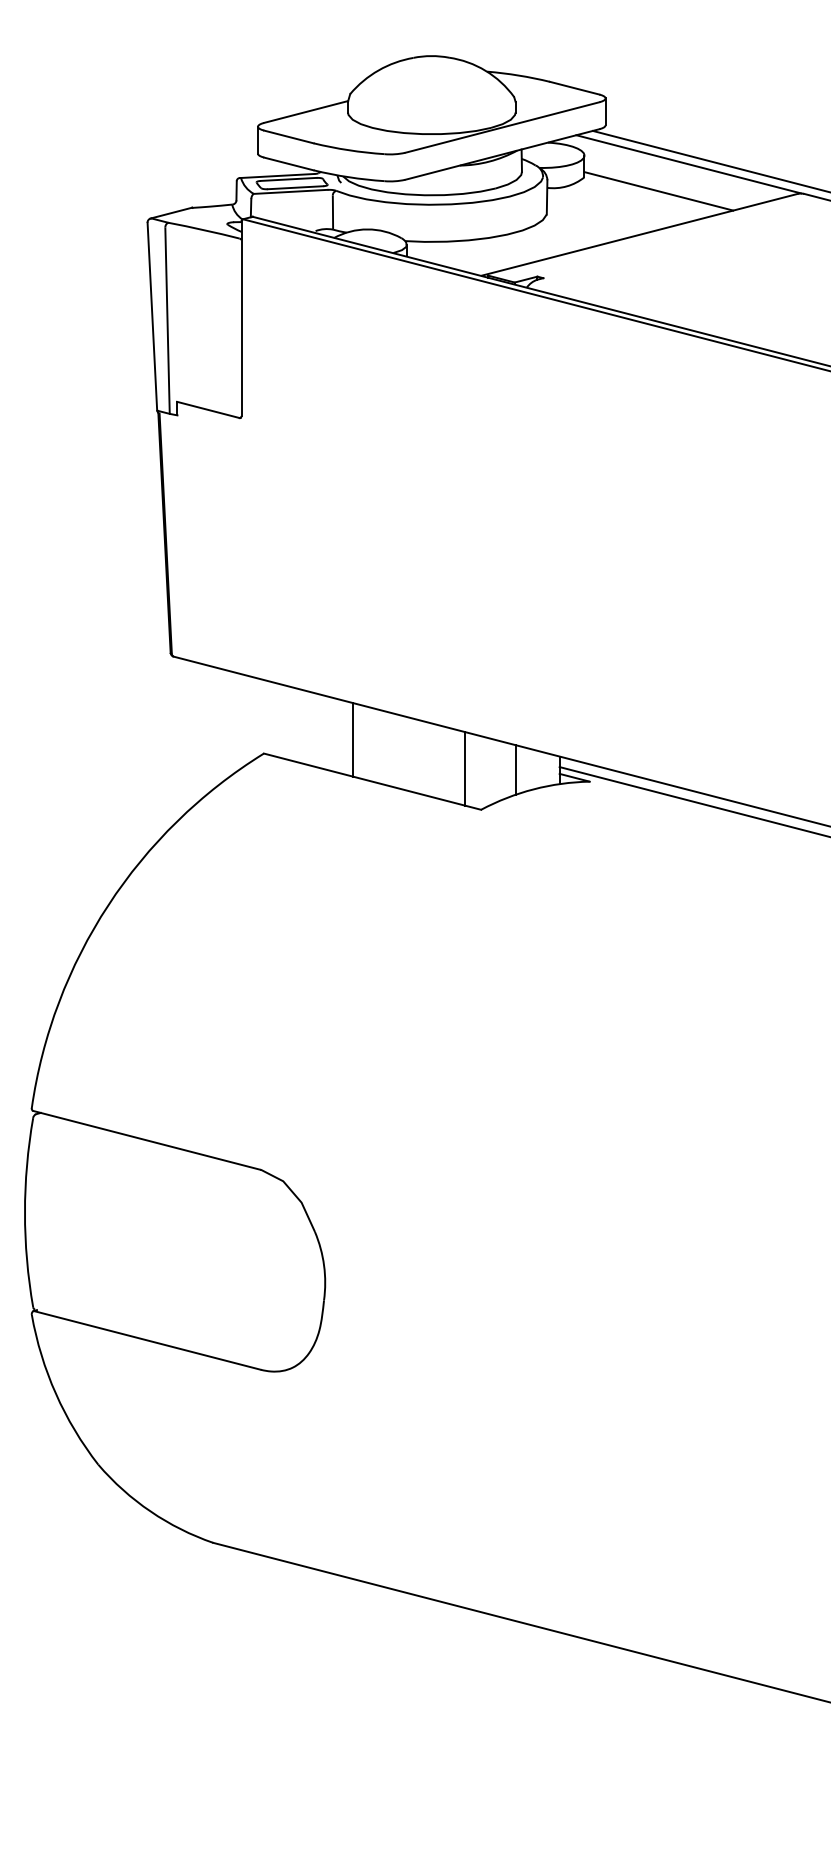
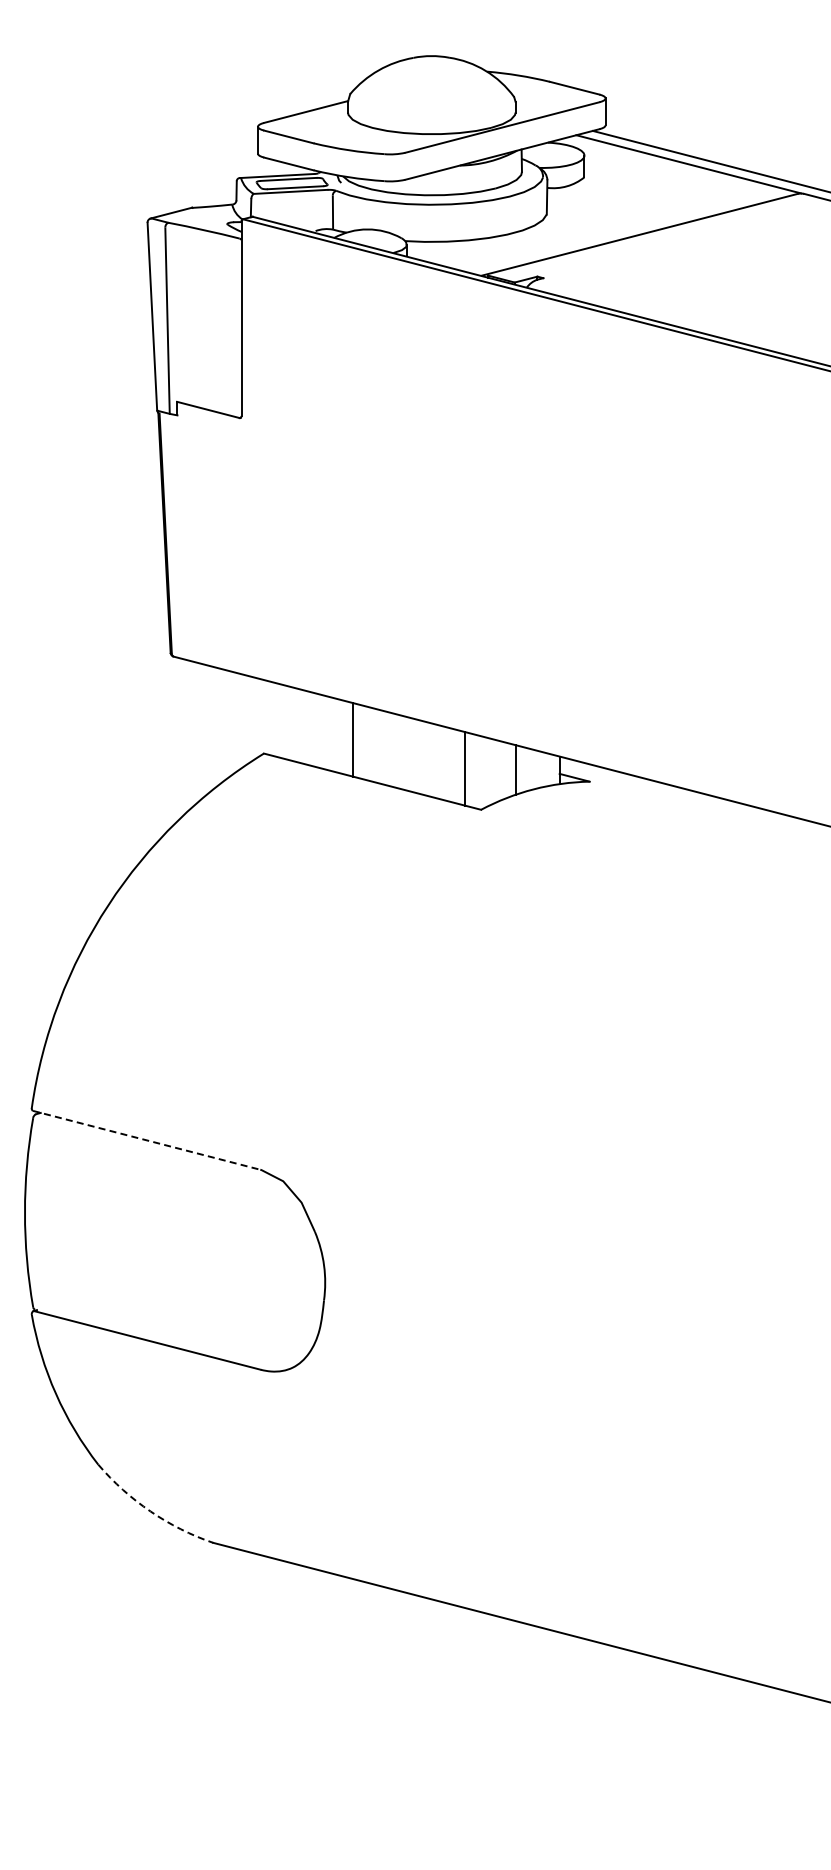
line at (658, 191): present -> none
line at (693, 801): present -> none
line at (147, 1140): solid -> dashed
arc at (150, 1511): solid -> dashed
